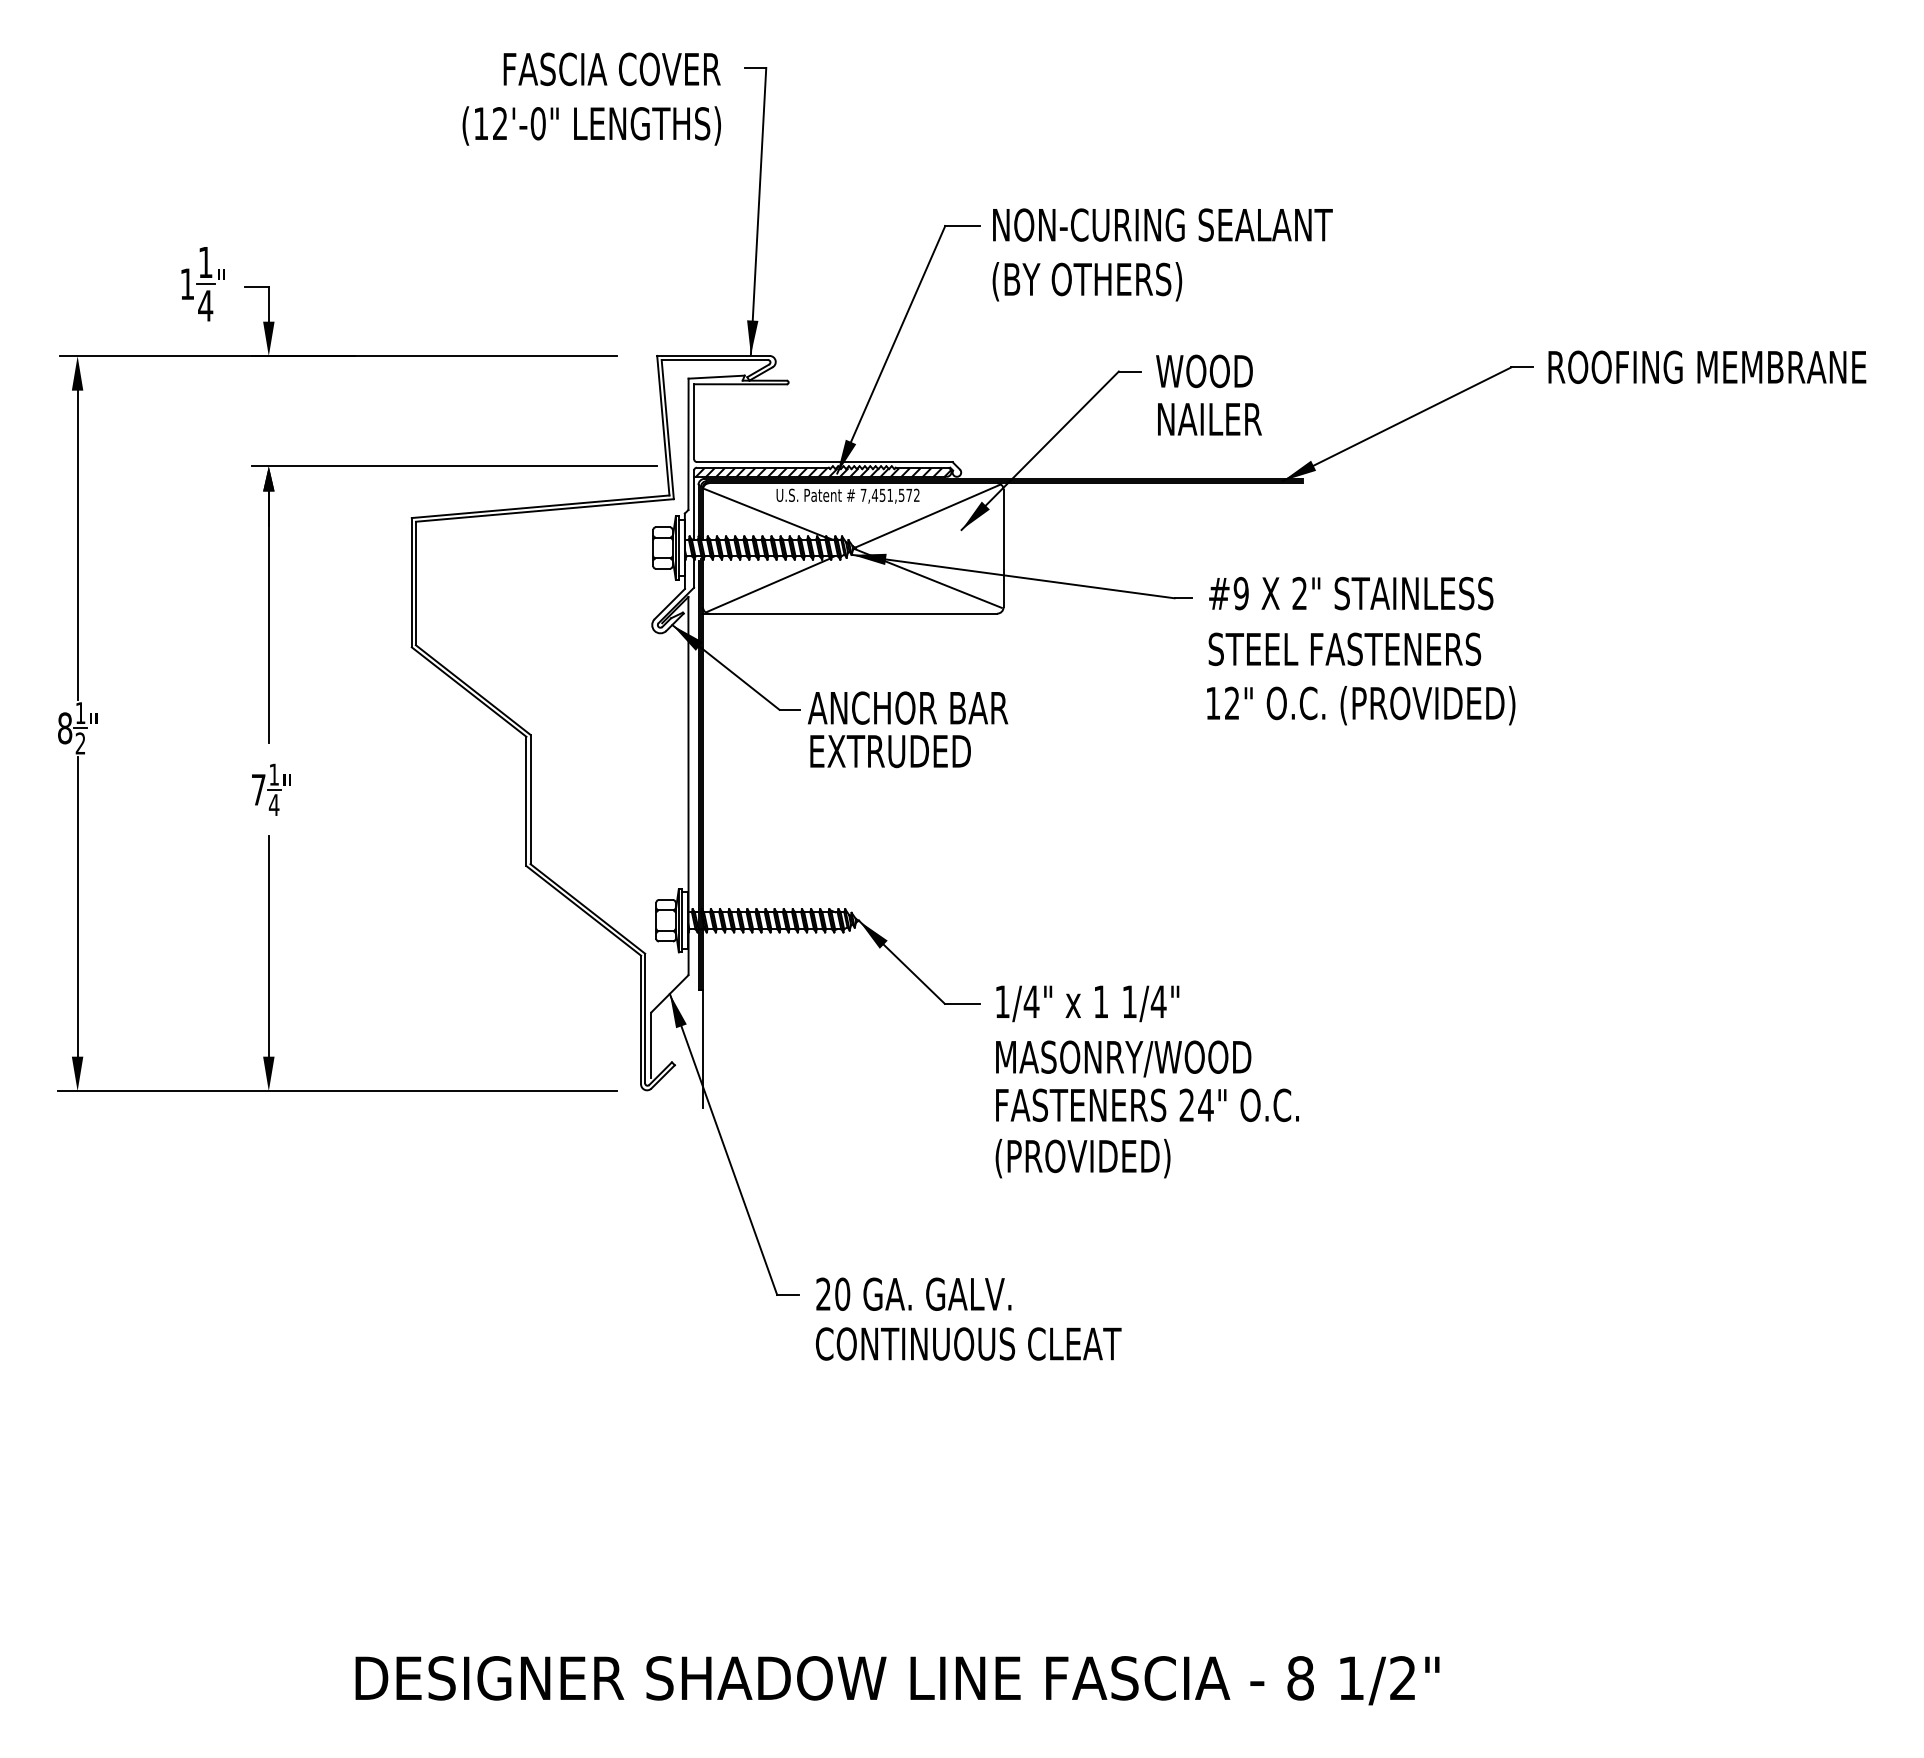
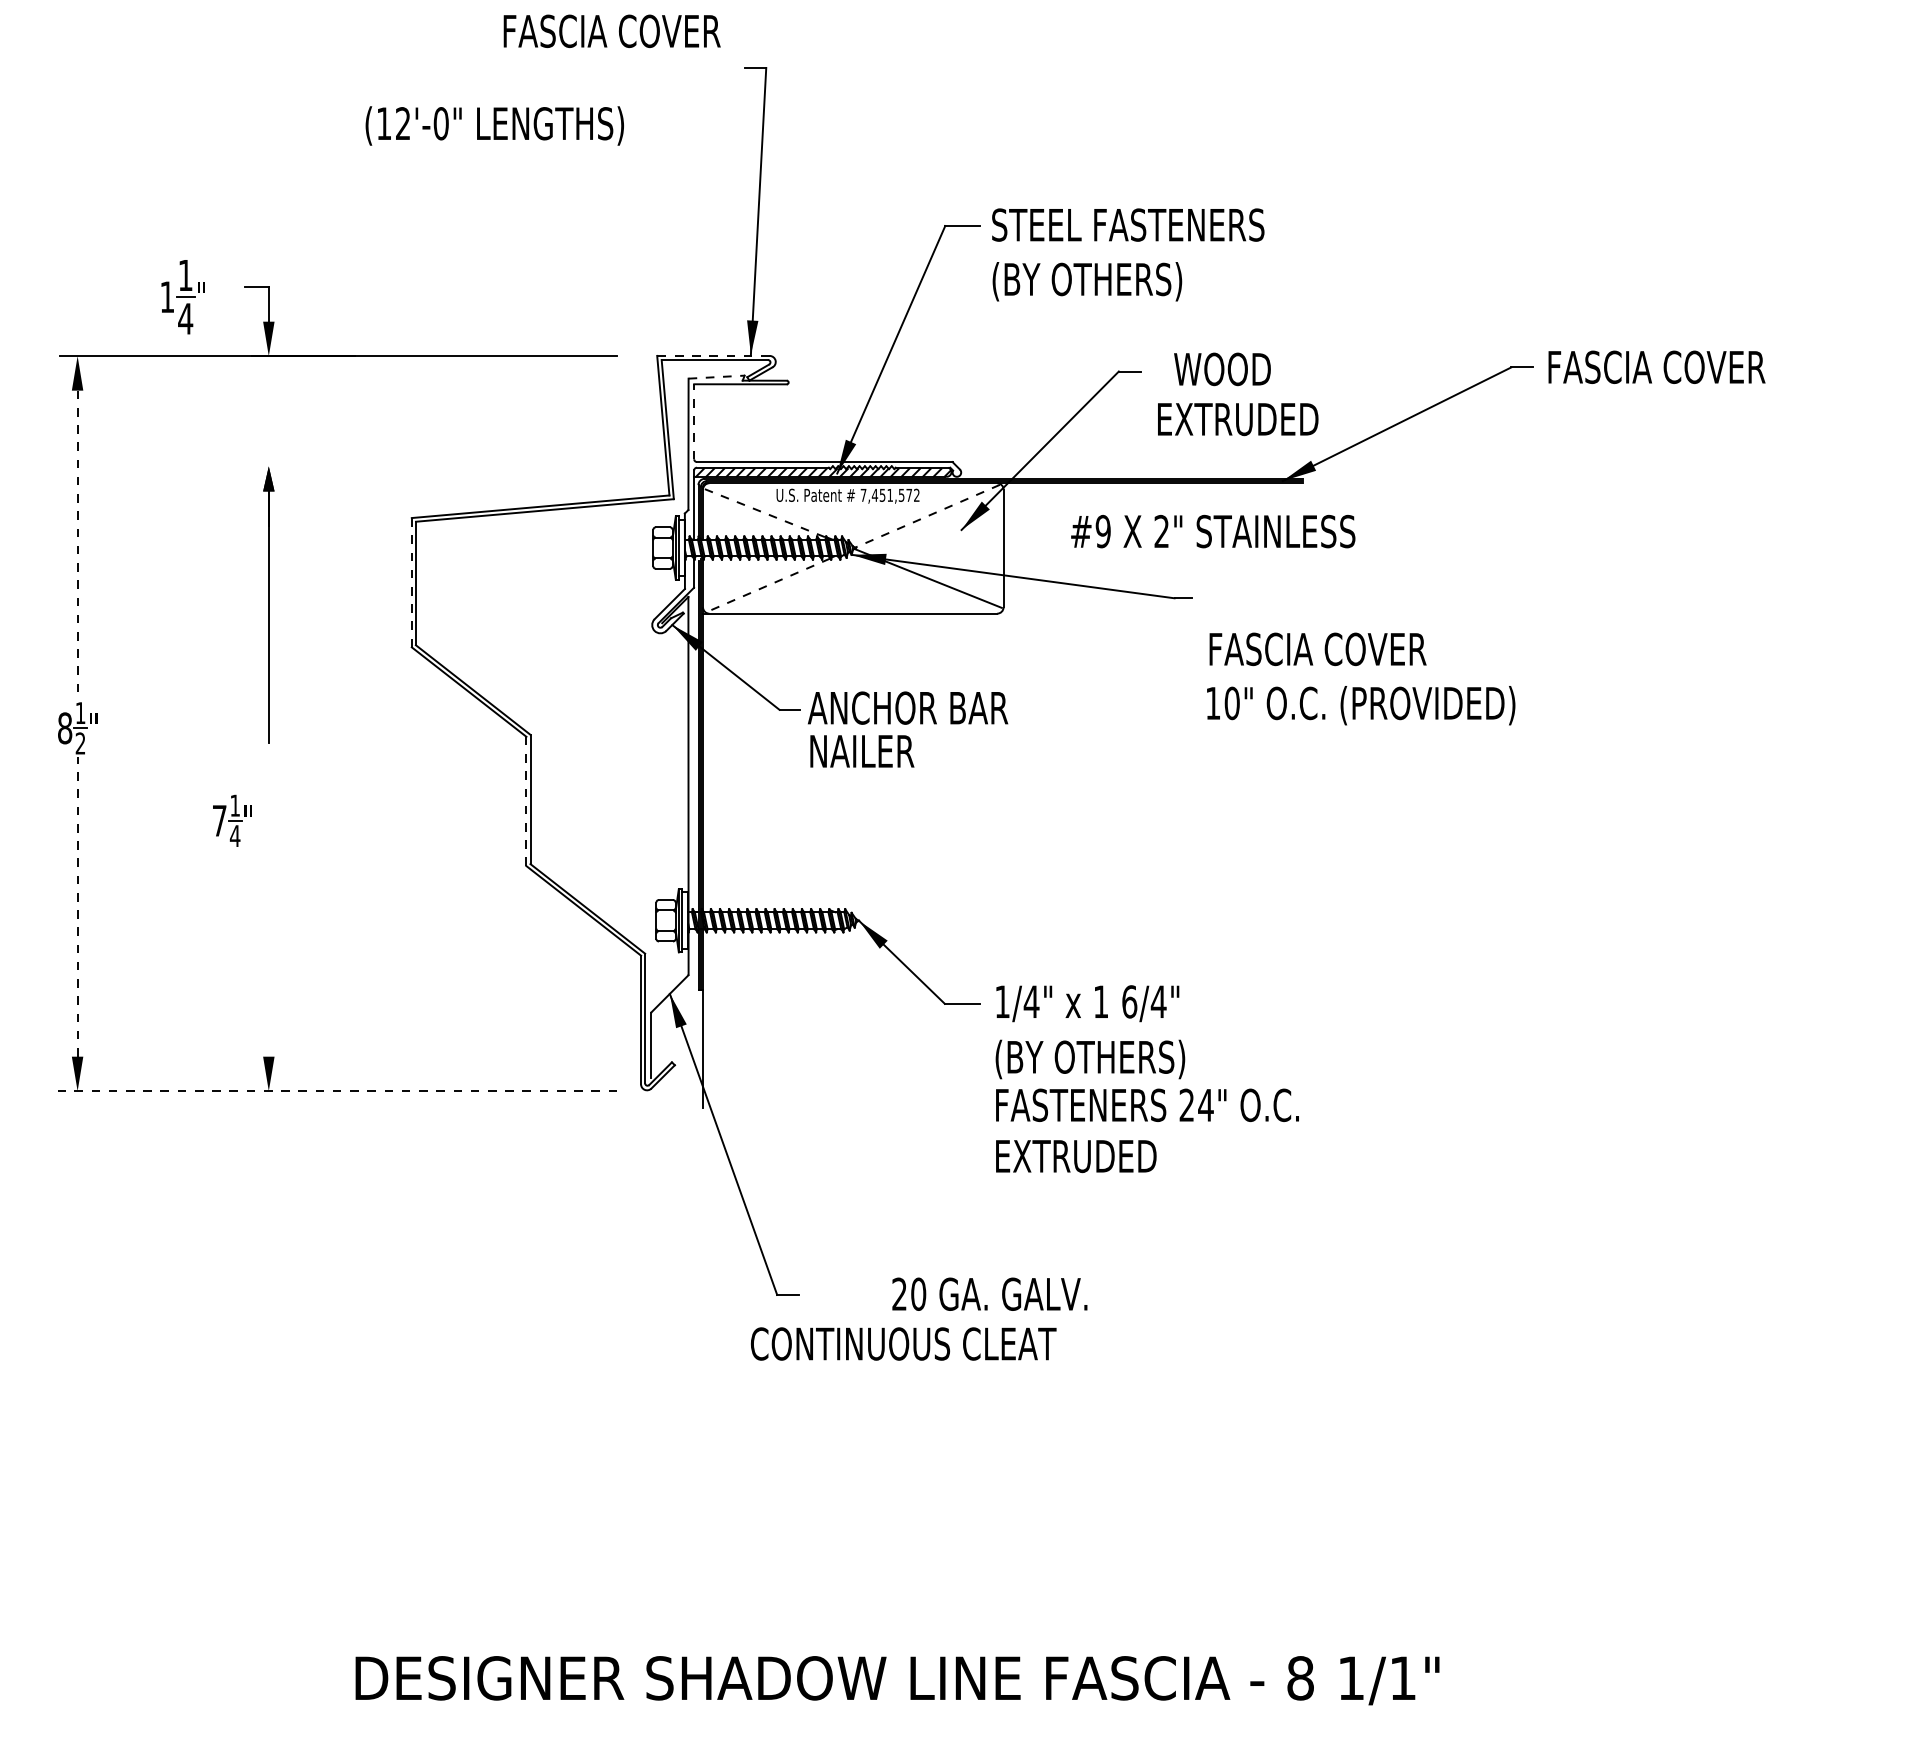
text at (611, 68) position: (611, 68) -> (611, 30)
text at (591, 125) position: (591, 125) -> (494, 125)
text at (1162, 224): NON-CURING SEALANT -> STEEL FASTENERS
part at (202, 284) position: (202, 284) -> (182, 297)
line at (712, 355): solid -> dashed
text at (1708, 367): ROOFING MEMBRANE -> FASCIA COVER
text at (1204, 371) position: (1204, 371) -> (1222, 369)
line at (717, 377): solid -> dashed
text at (1239, 419): NAILER -> EXTRUDED
line at (694, 421): solid -> dashed
line at (453, 466): present -> none
line at (765, 513): solid -> dashed
line at (926, 516): solid -> dashed
line at (77, 545): solid -> dashed
line at (411, 582): solid -> dashed
line at (767, 585): solid -> dashed
text at (1351, 593) position: (1351, 593) -> (1213, 531)
text at (1344, 649): STEEL FASTENERS -> FASCIA COVER
text at (1231, 703): 12" -> 10"
text at (891, 751): EXTRUDED -> NAILER
part at (271, 789) position: (271, 789) -> (232, 820)
line at (526, 801): solid -> dashed
line at (77, 906): solid -> dashed
line at (268, 946): present -> none
text at (1129, 1001): 1/4" -> 6/4"
text at (1123, 1059): MASONRY/WOOD -> (BY OTHERS)
line at (337, 1091): solid -> dashed
text at (1082, 1158): (PROVIDED) -> EXTRUDED
text at (913, 1293) position: (913, 1293) -> (989, 1293)
text at (968, 1343) position: (968, 1343) -> (903, 1343)
text at (1402, 1677): 1/2" -> 1/1"
